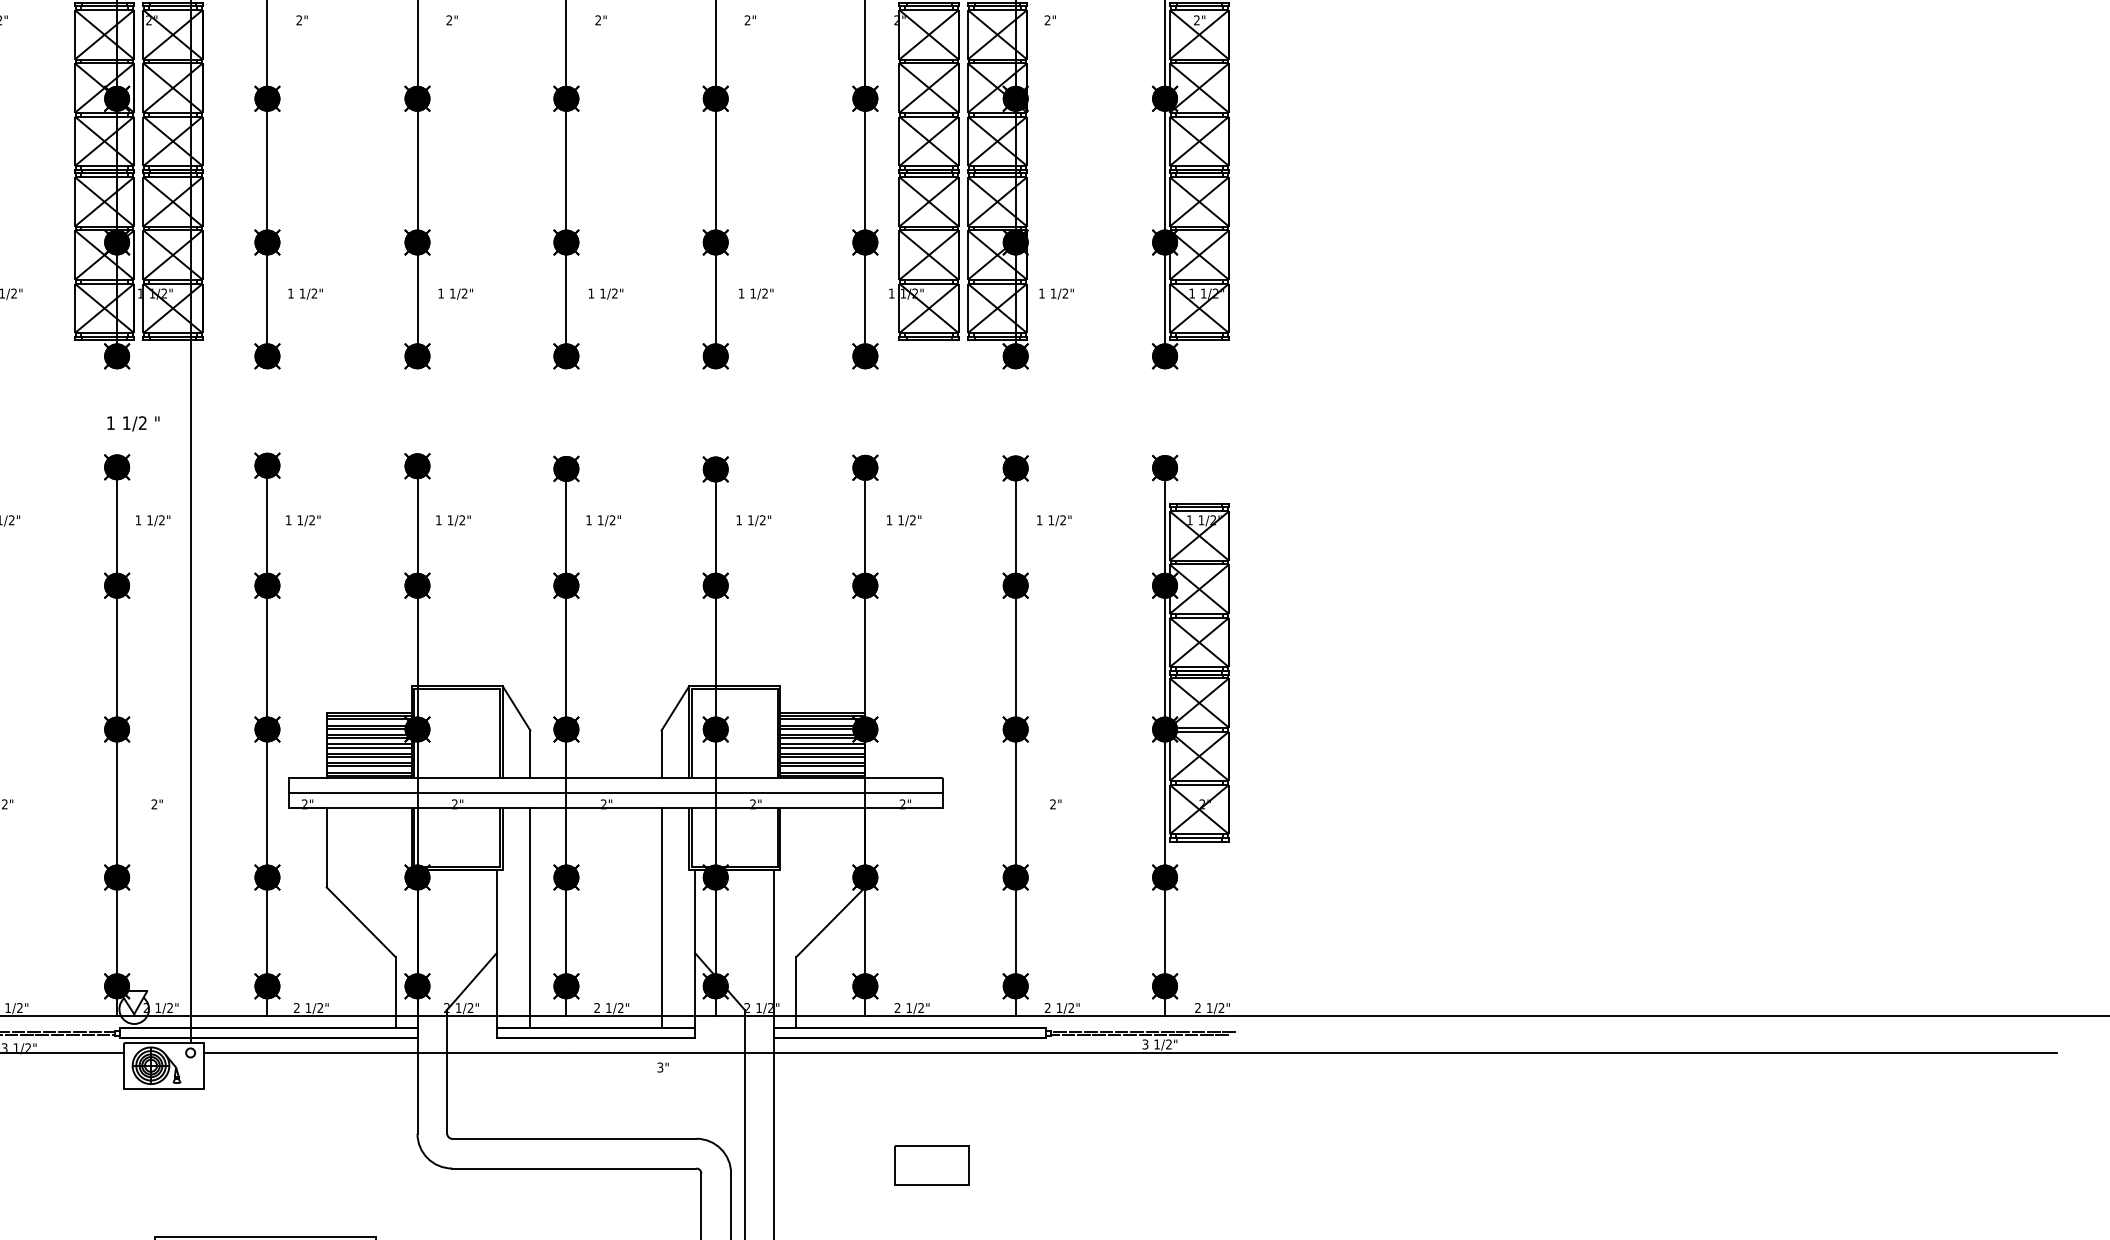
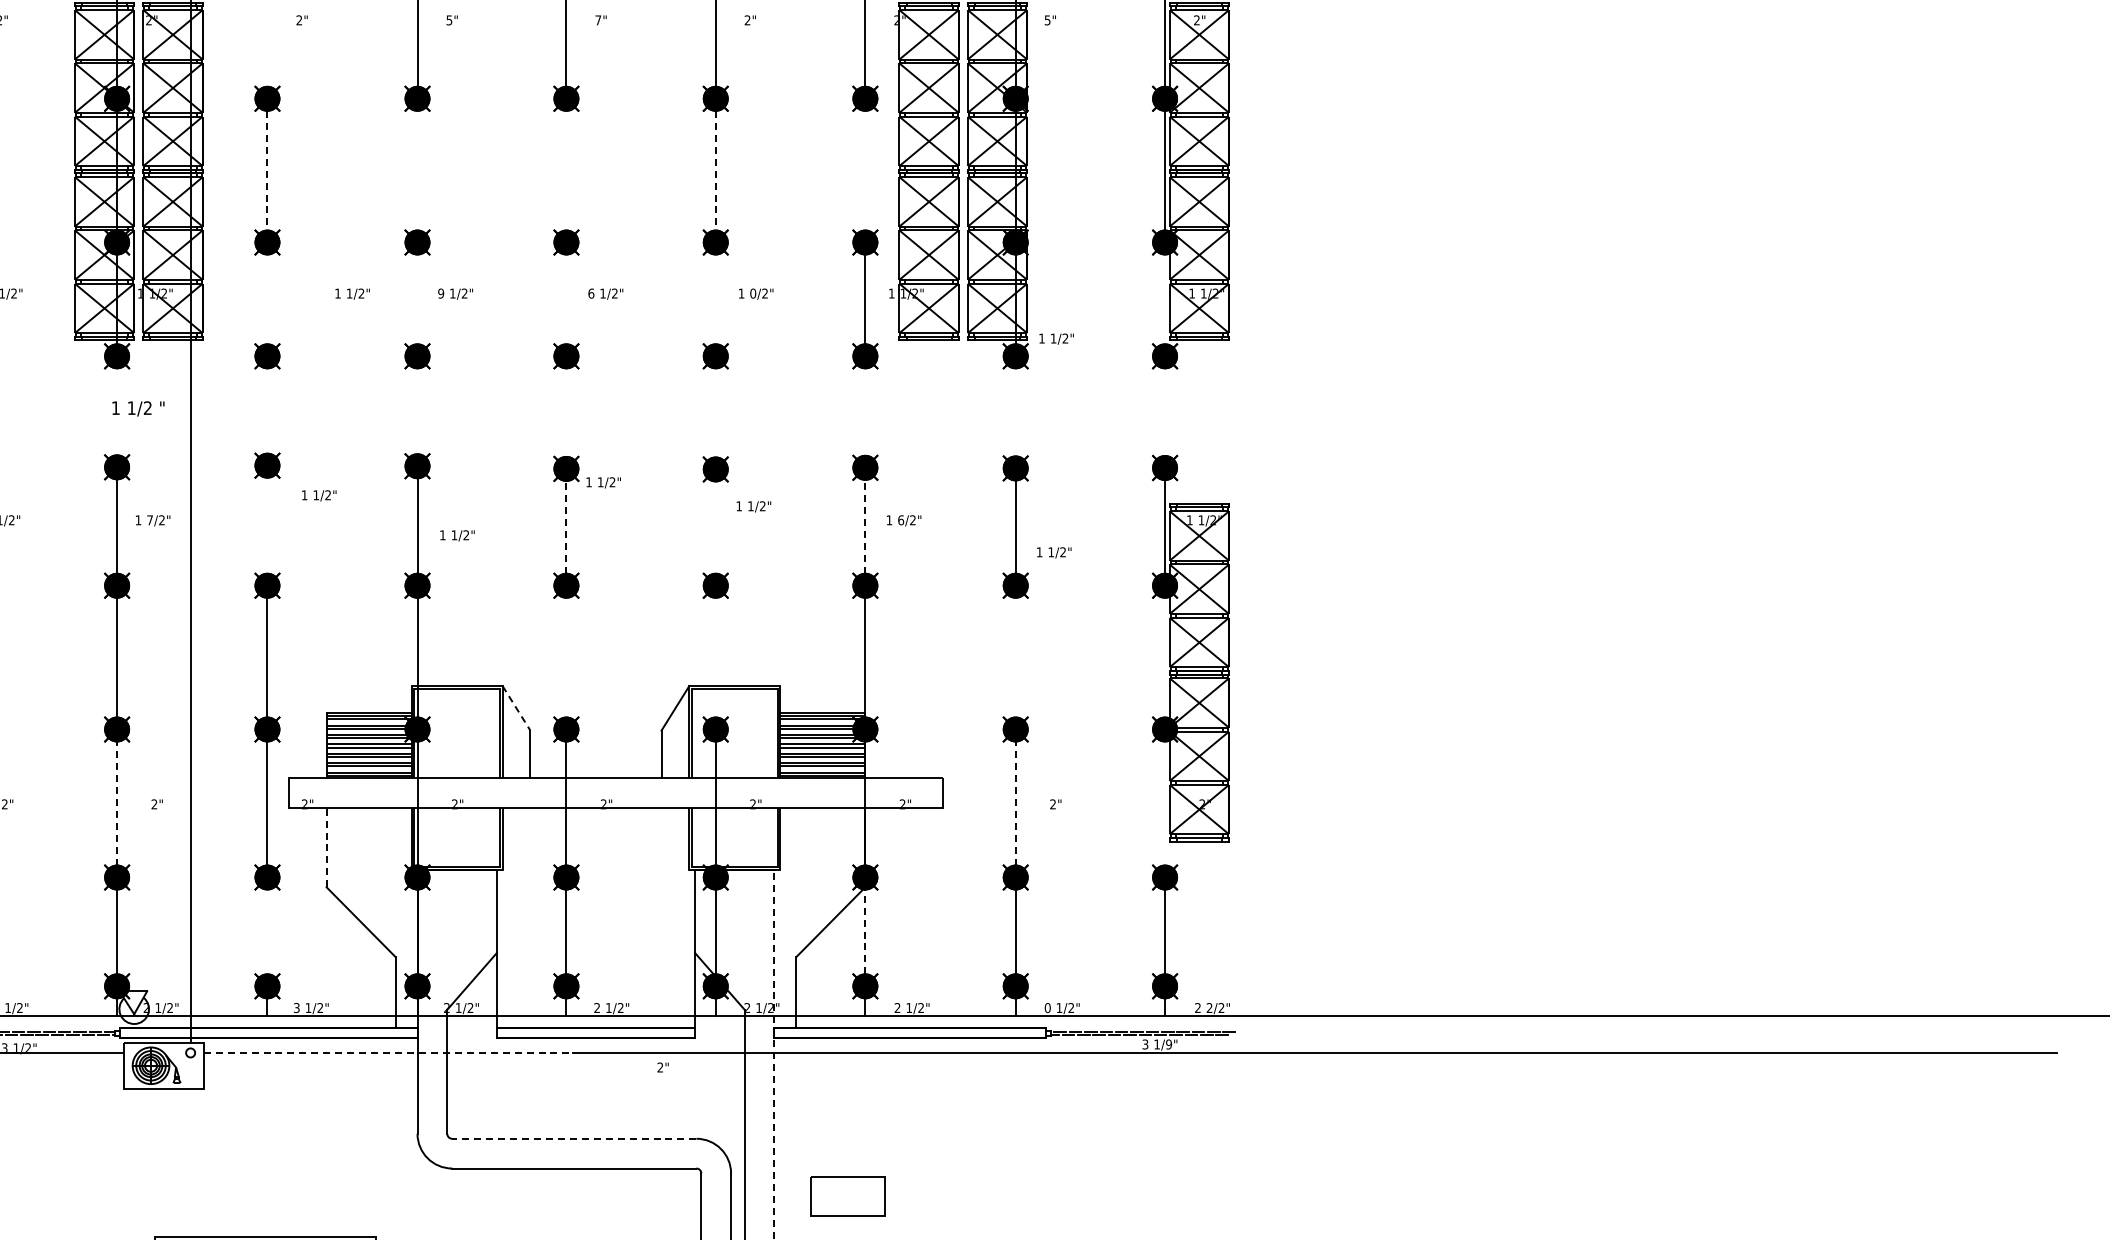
text at (449, 20): 2" -> 5"
text at (598, 20): 2" -> 7"
text at (1047, 20): 2" -> 5"
line at (267, 44): present -> none
line at (267, 170): solid -> dashed
line at (417, 170): present -> none
line at (566, 170): present -> none
line at (715, 170): solid -> dashed
line at (865, 170): present -> none
text at (305, 293) position: (305, 293) -> (352, 293)
text at (441, 293): 1 -> 9
text at (591, 293): 1 -> 6
text at (753, 293): 1/2" -> 0/2"
text at (1056, 293) position: (1056, 293) -> (1056, 338)
line at (267, 299): present -> none
line at (417, 299): present -> none
line at (566, 299): present -> none
line at (715, 299): present -> none
line at (1165, 299): present -> none
text at (133, 423) position: (133, 423) -> (138, 408)
text at (149, 520): 1/2" -> 7/2"
text at (303, 520) position: (303, 520) -> (319, 495)
text at (453, 520) position: (453, 520) -> (457, 535)
text at (603, 520) position: (603, 520) -> (603, 482)
text at (753, 520) position: (753, 520) -> (753, 506)
text at (901, 520): 1/2" -> 6/2"
text at (1054, 520) position: (1054, 520) -> (1054, 552)
line at (267, 525): present -> none
line at (566, 526): solid -> dashed
line at (865, 526): solid -> dashed
line at (715, 527): present -> none
line at (566, 657): present -> none
line at (715, 657): present -> none
line at (1015, 657): present -> none
line at (1165, 657): present -> none
line at (516, 708): solid -> dashed
line at (615, 793): present -> none
line at (117, 803): solid -> dashed
line at (1015, 803): solid -> dashed
line at (1165, 803): present -> none
line at (326, 847): solid -> dashed
line at (530, 918): present -> none
line at (661, 918): present -> none
line at (267, 931): present -> none
line at (865, 931): solid -> dashed
text at (1209, 1007): 1/2" -> 2/2"
text at (296, 1008): 2 -> 3
text at (1047, 1008): 2 -> 0
text at (1168, 1044): 1/2" -> 1/9"
line at (388, 1052): solid -> dashed
line at (774, 1054): solid -> dashed
text at (660, 1067): 3" -> 2"
line at (573, 1138): solid -> dashed
part at (931, 1165) position: (931, 1165) -> (847, 1196)
